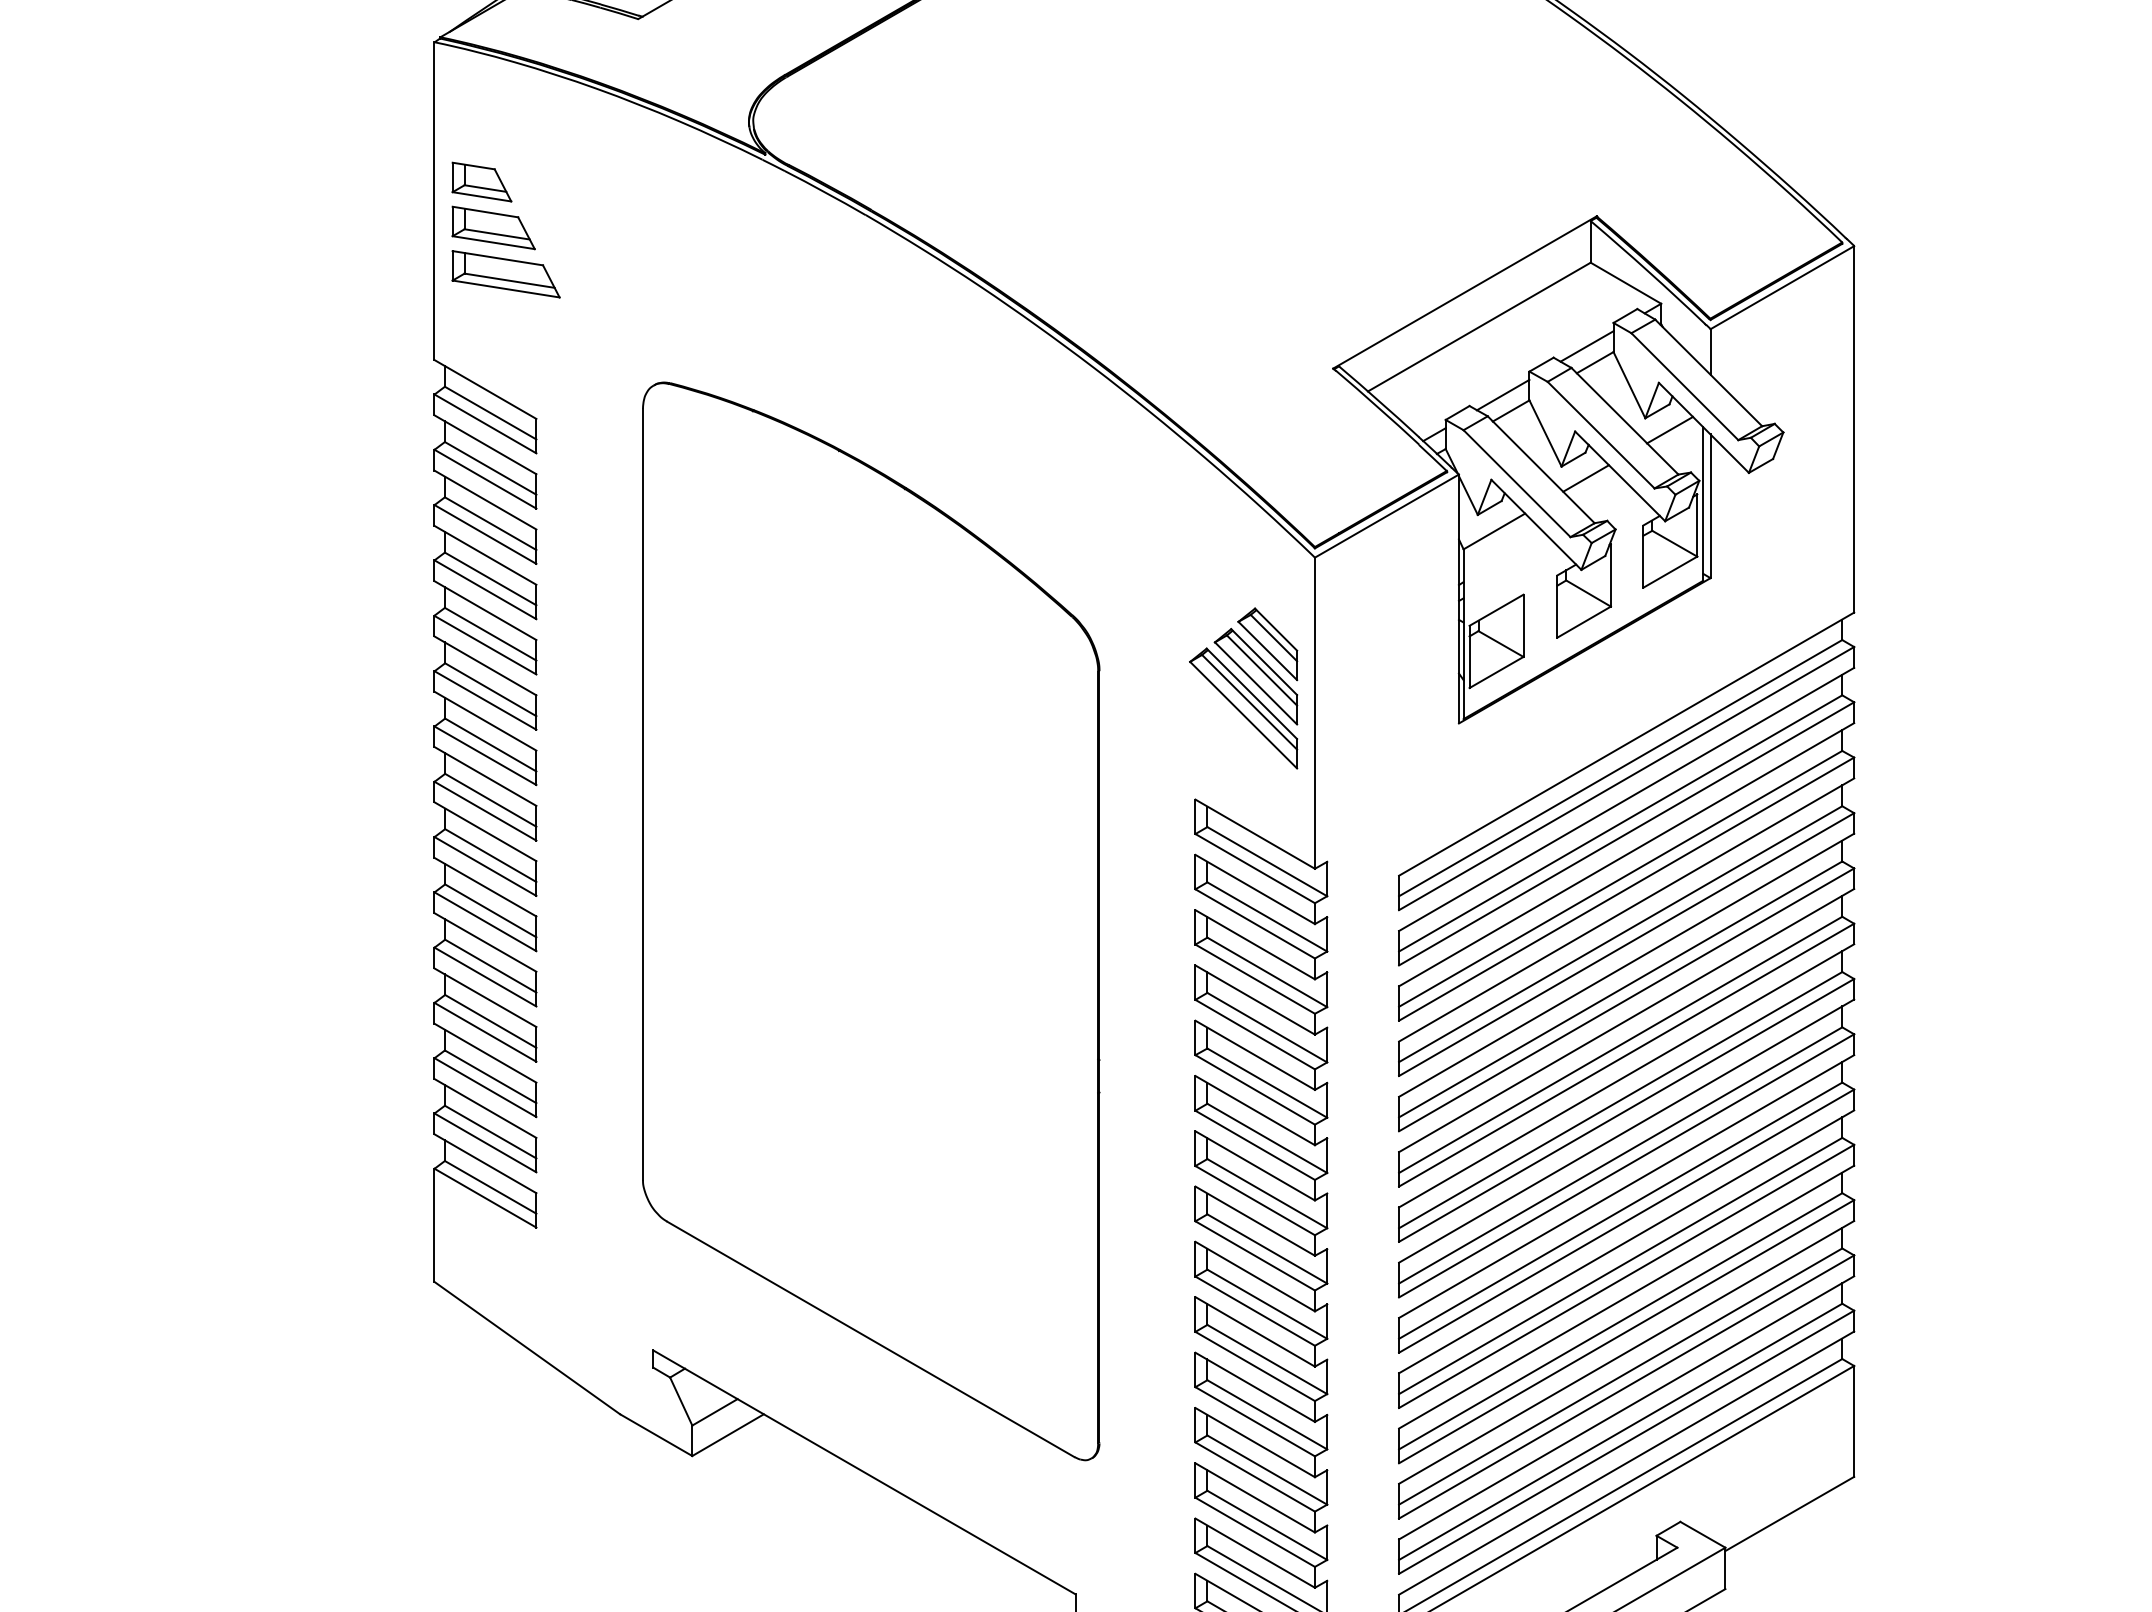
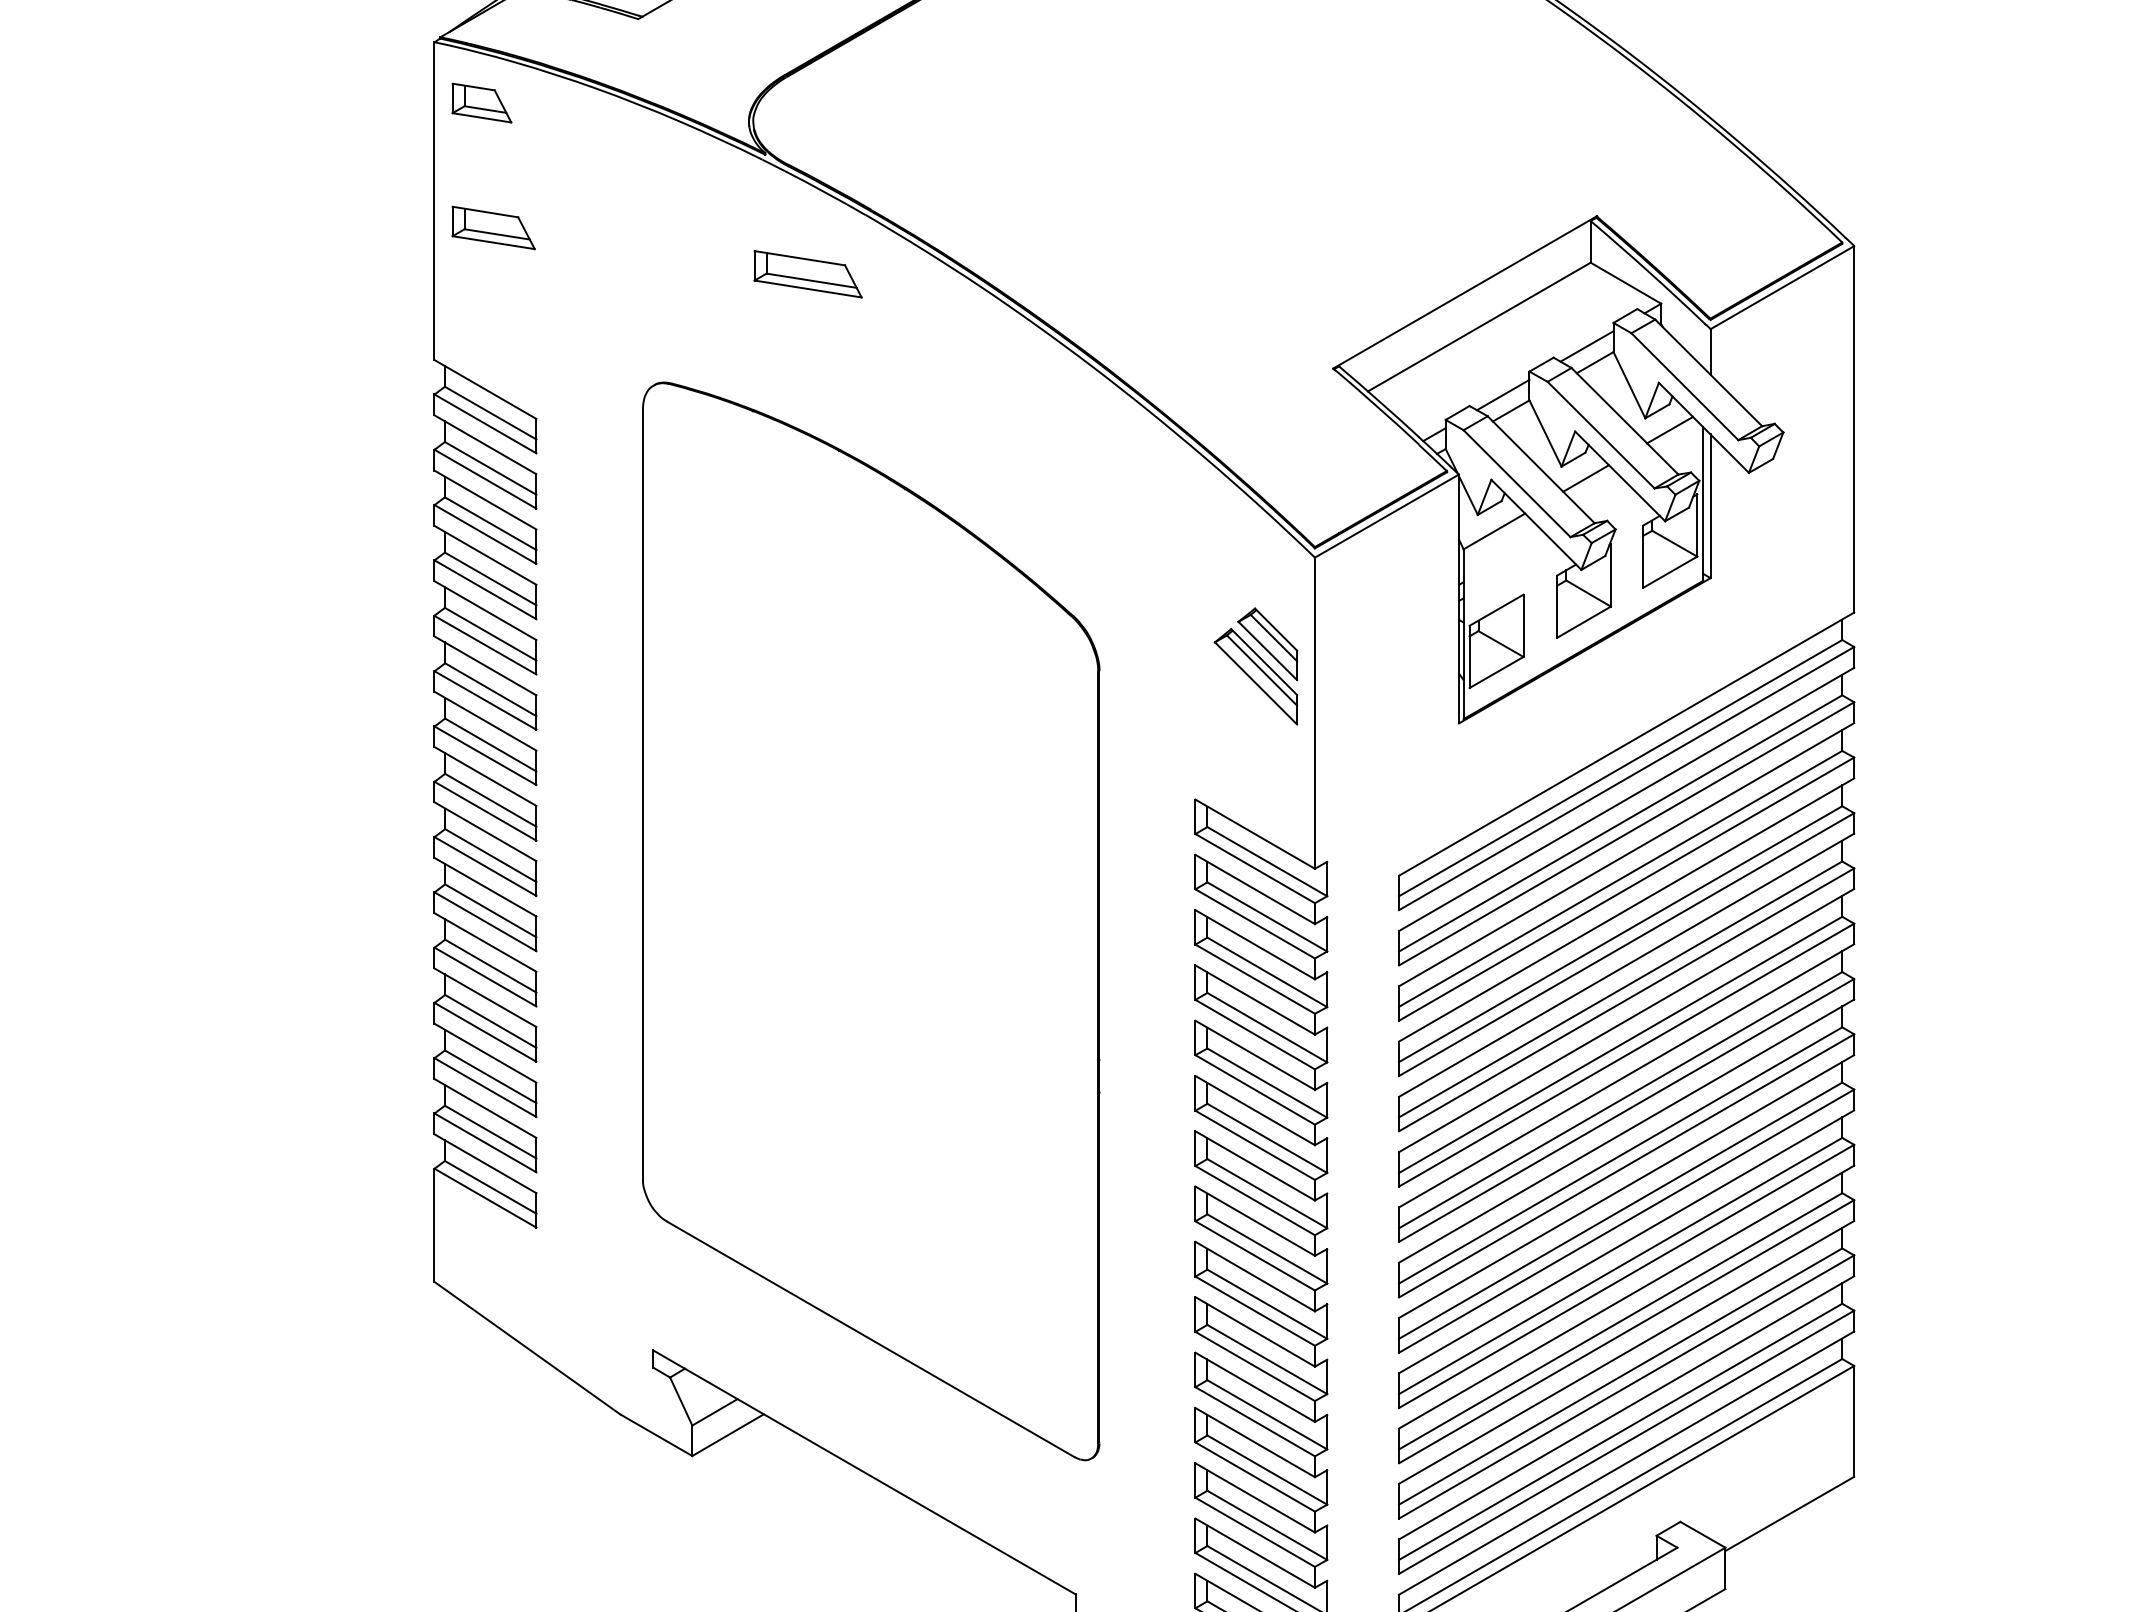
part at (481, 181) position: (481, 181) -> (481, 102)
part at (505, 274) position: (505, 274) -> (807, 274)
part at (1243, 708): present -> none
